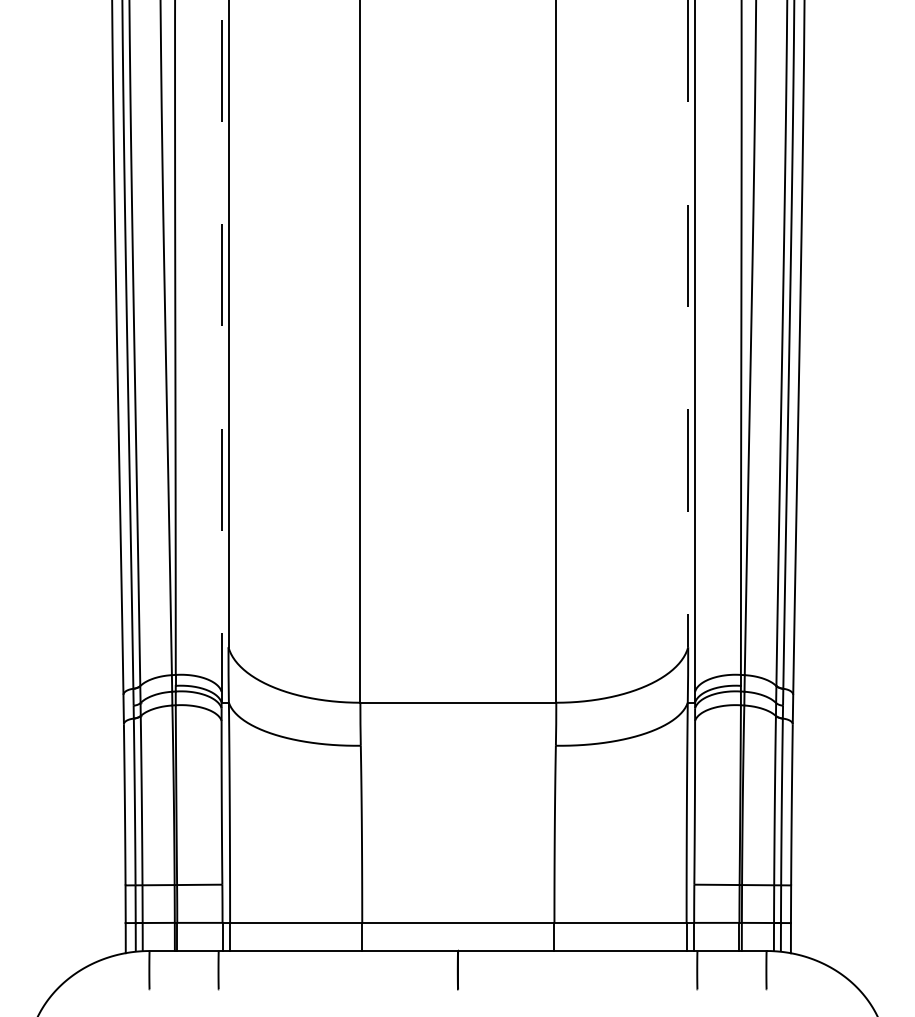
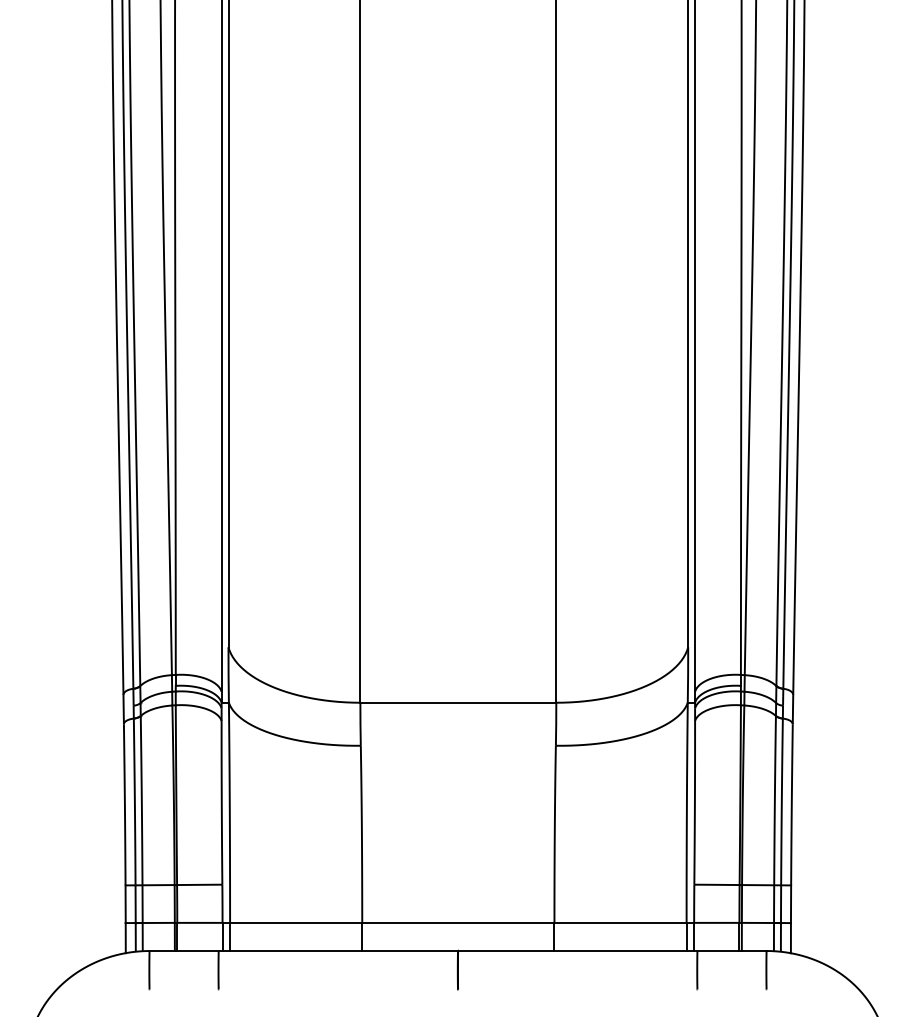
line at (688, 324): dashed -> solid
line at (221, 351): dashed -> solid
